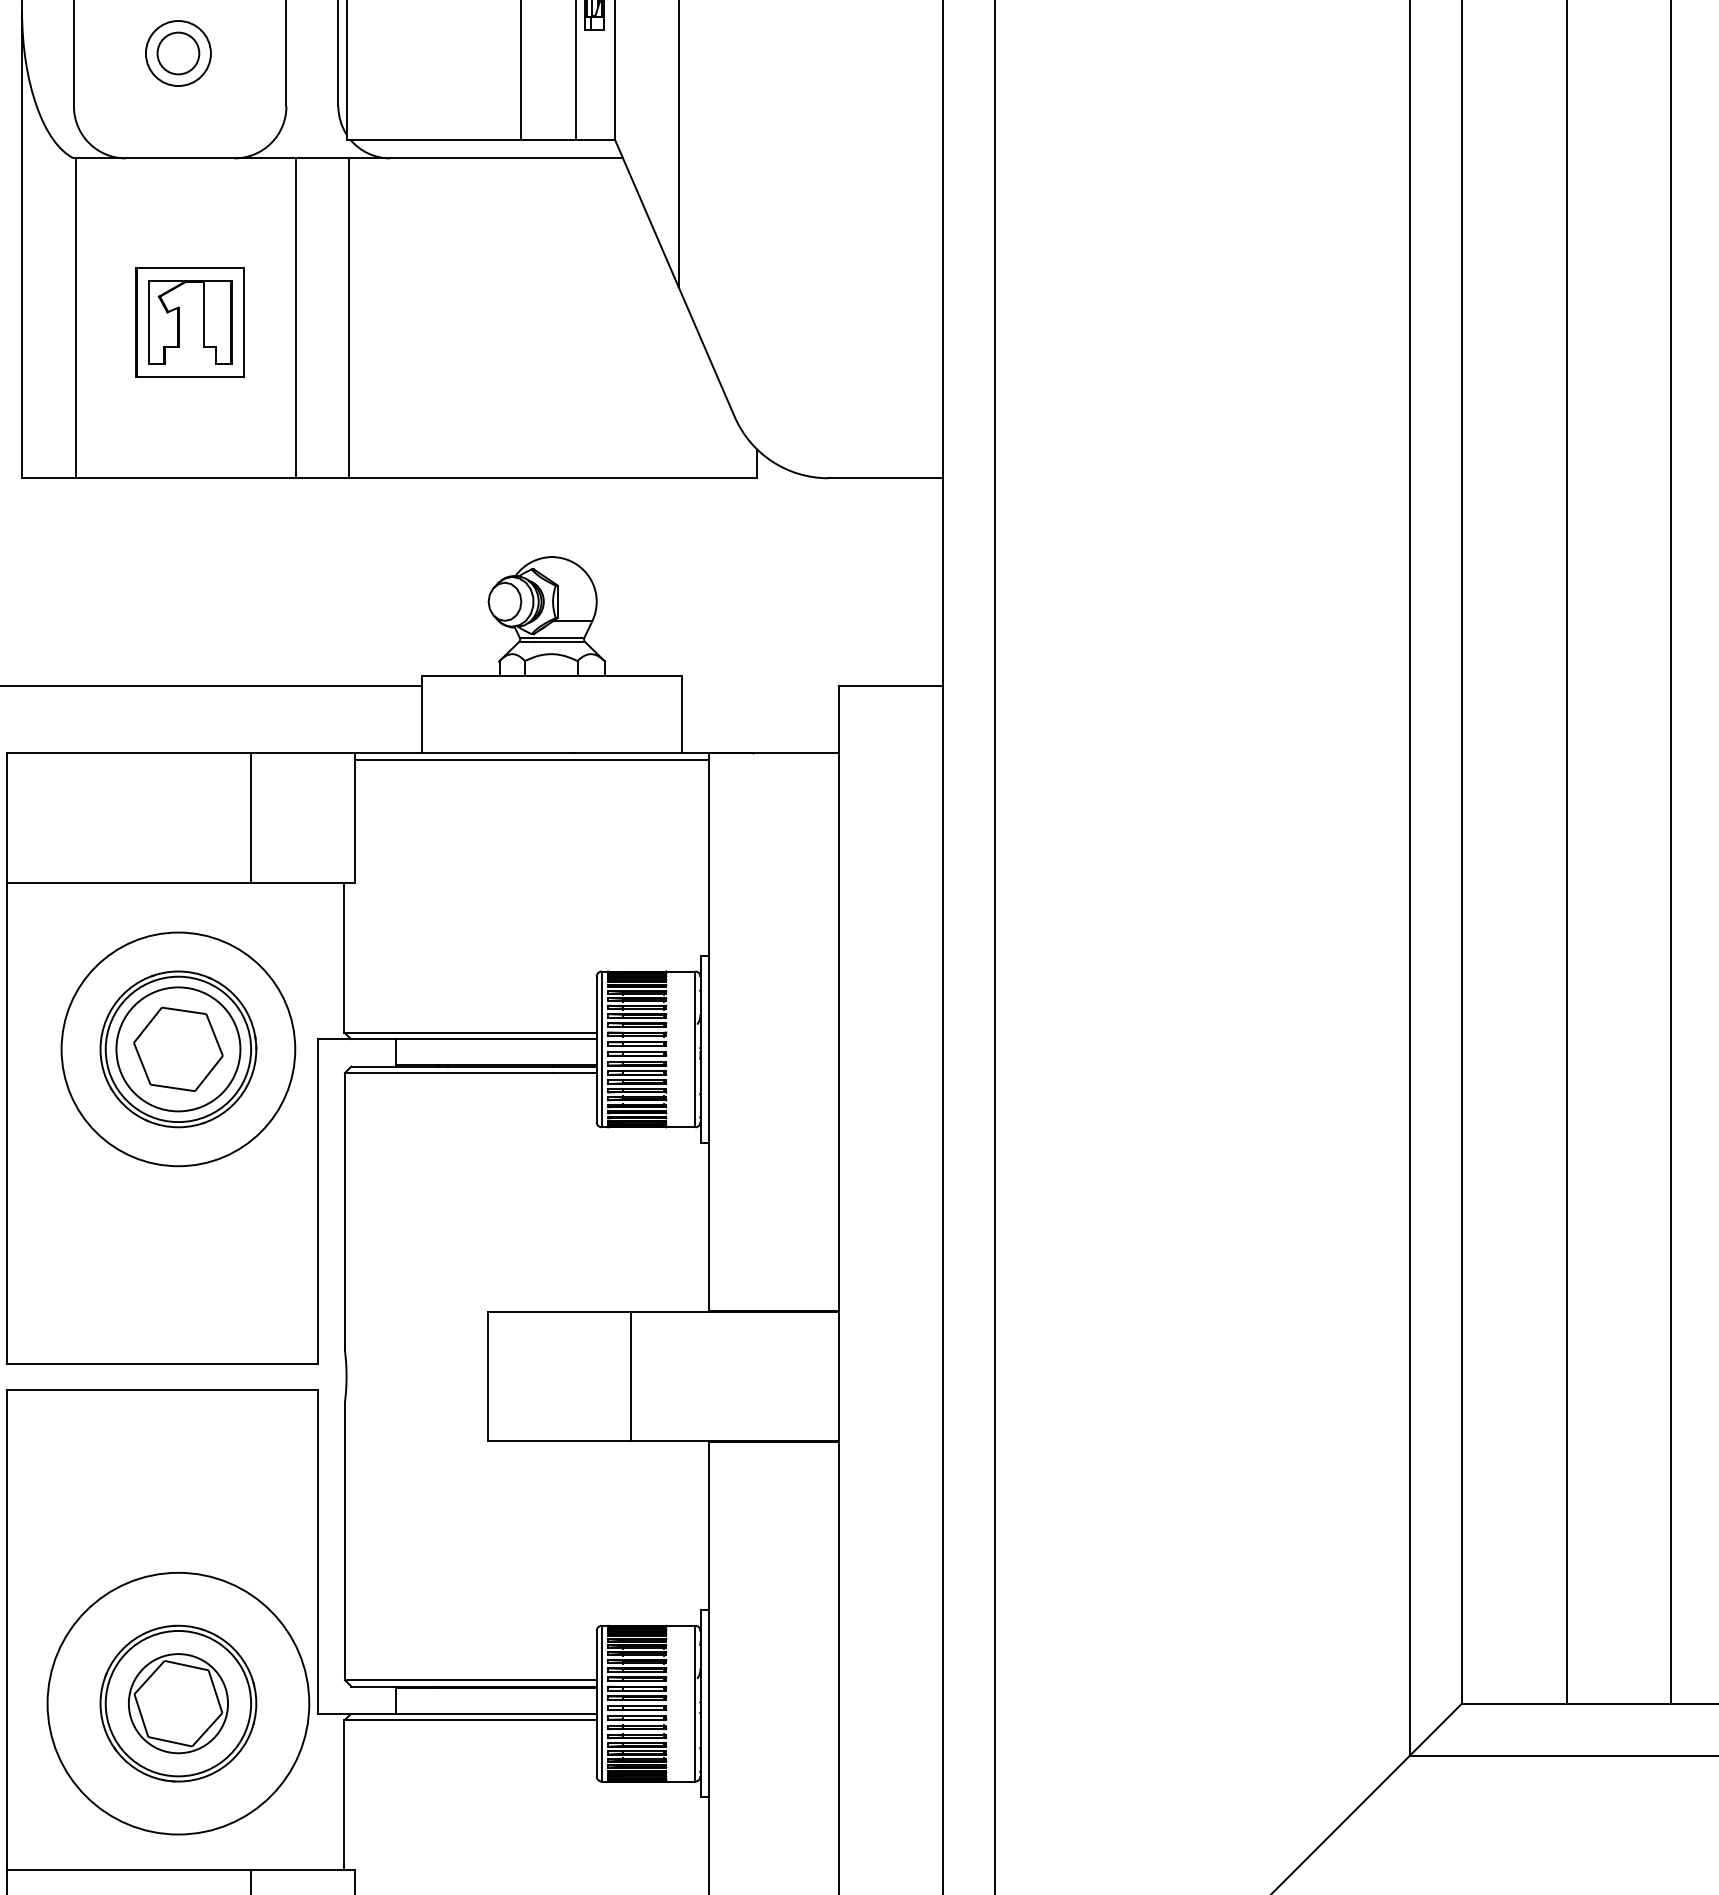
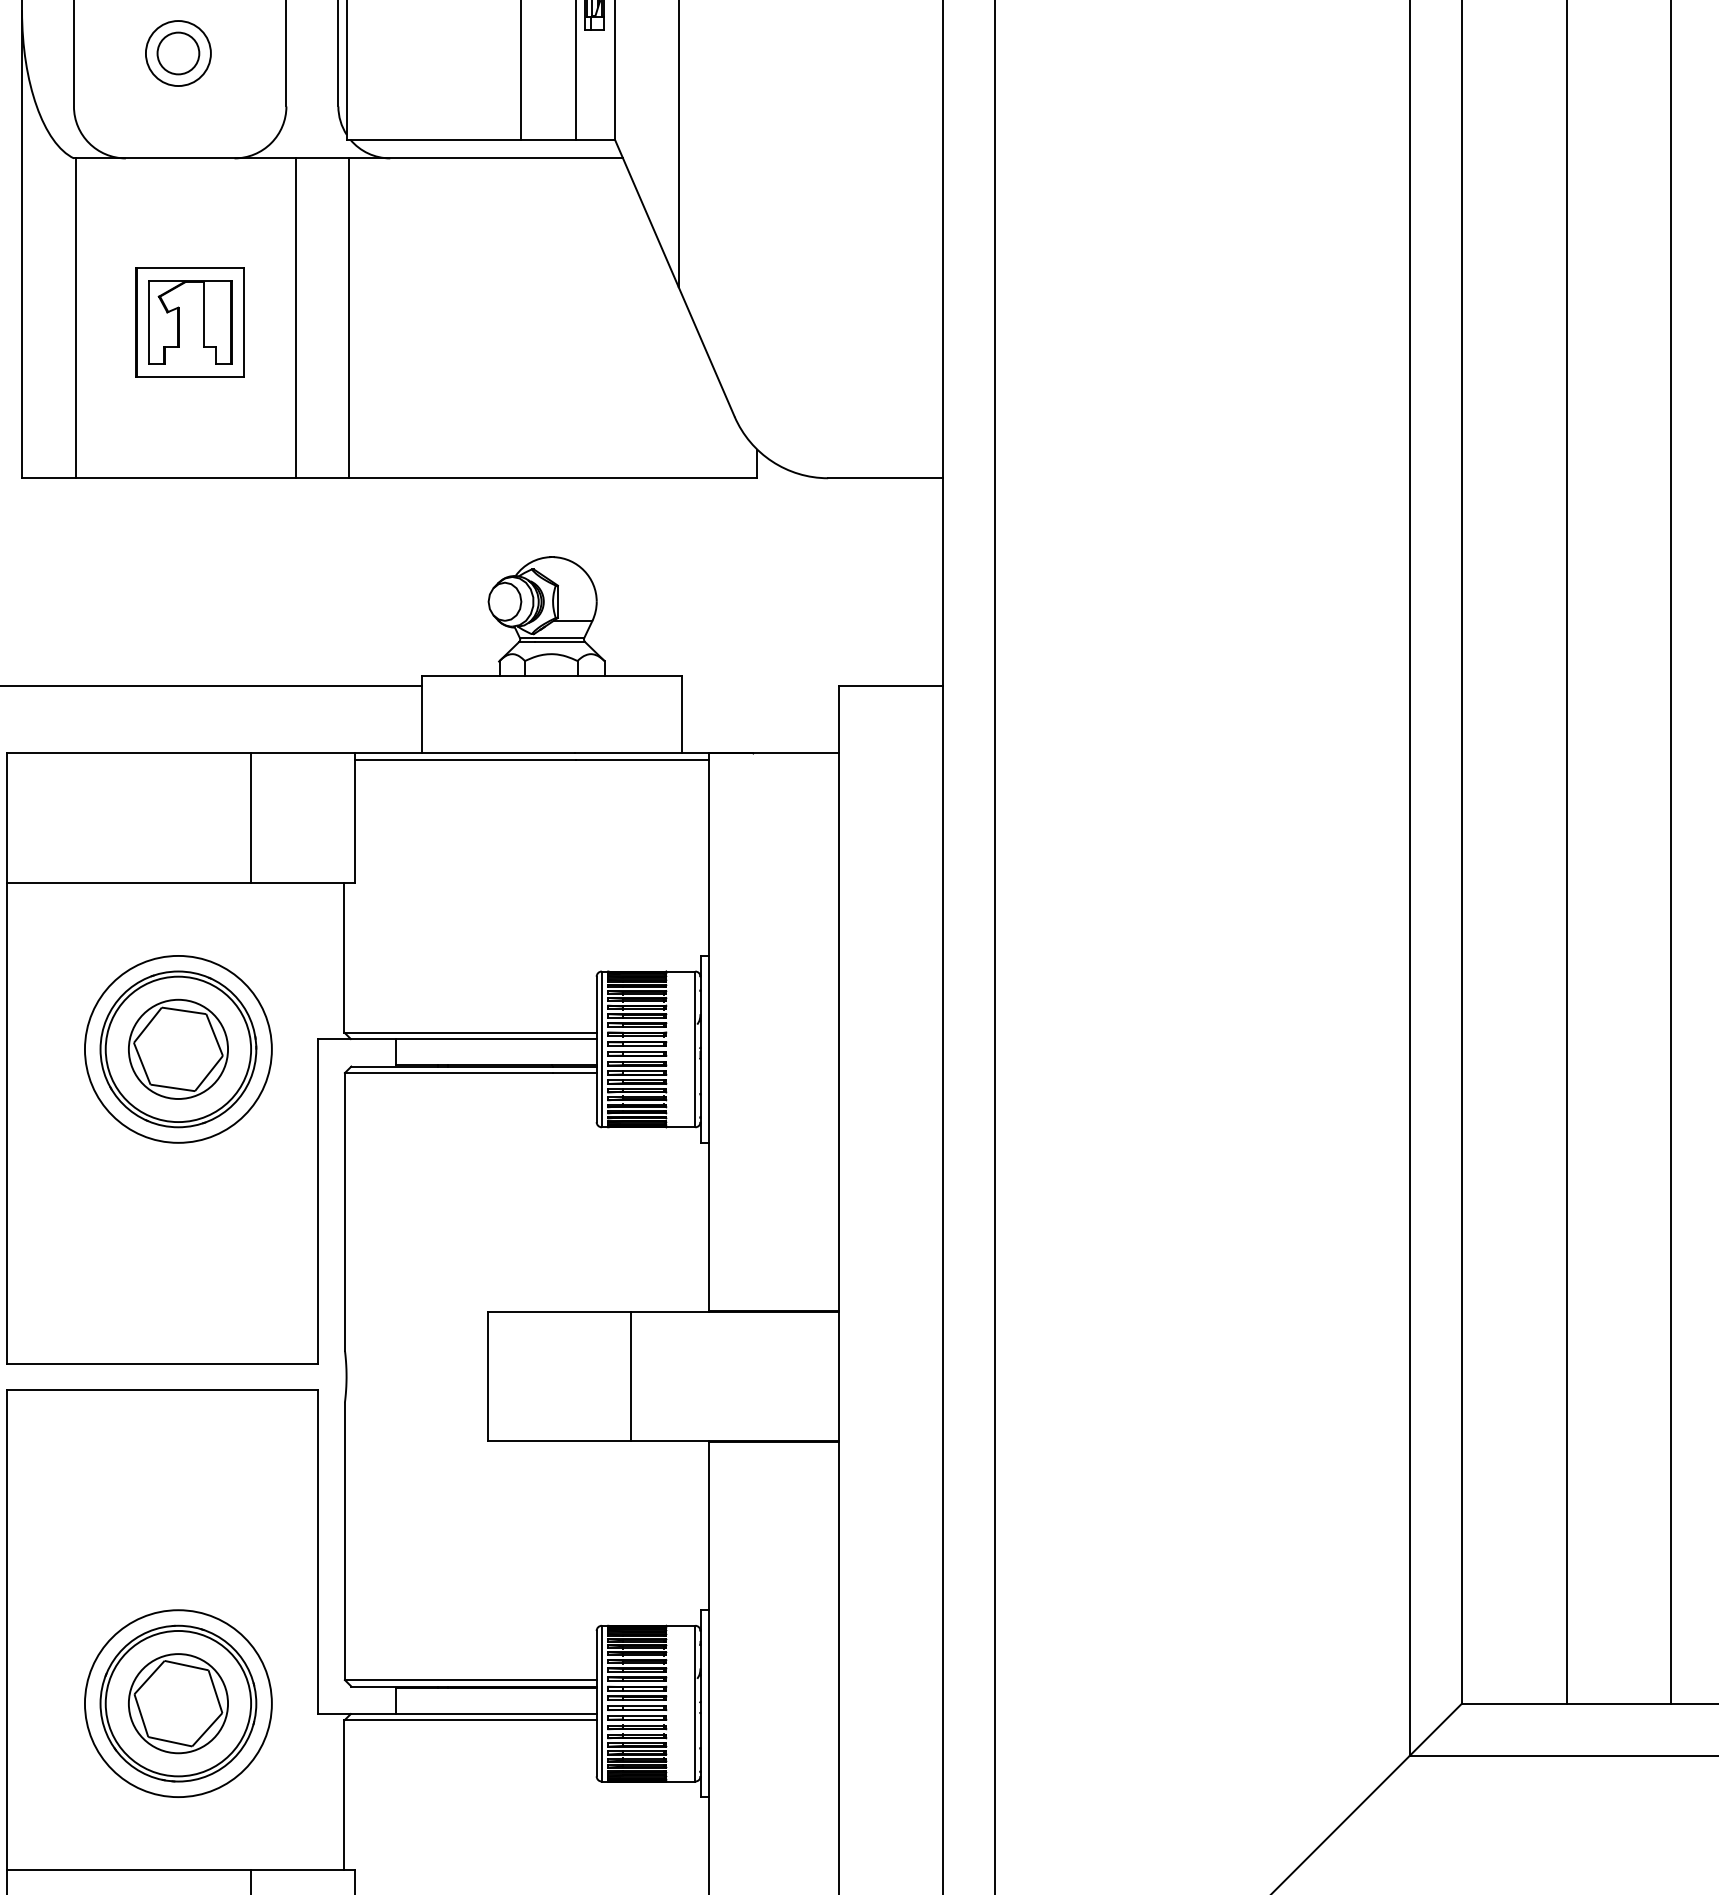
circle at (178, 1049) diameter: 124 px -> 99 px
circle at (178, 1049) diameter: 234 px -> 187 px
circle at (178, 1703) diameter: 262 px -> 187 px
